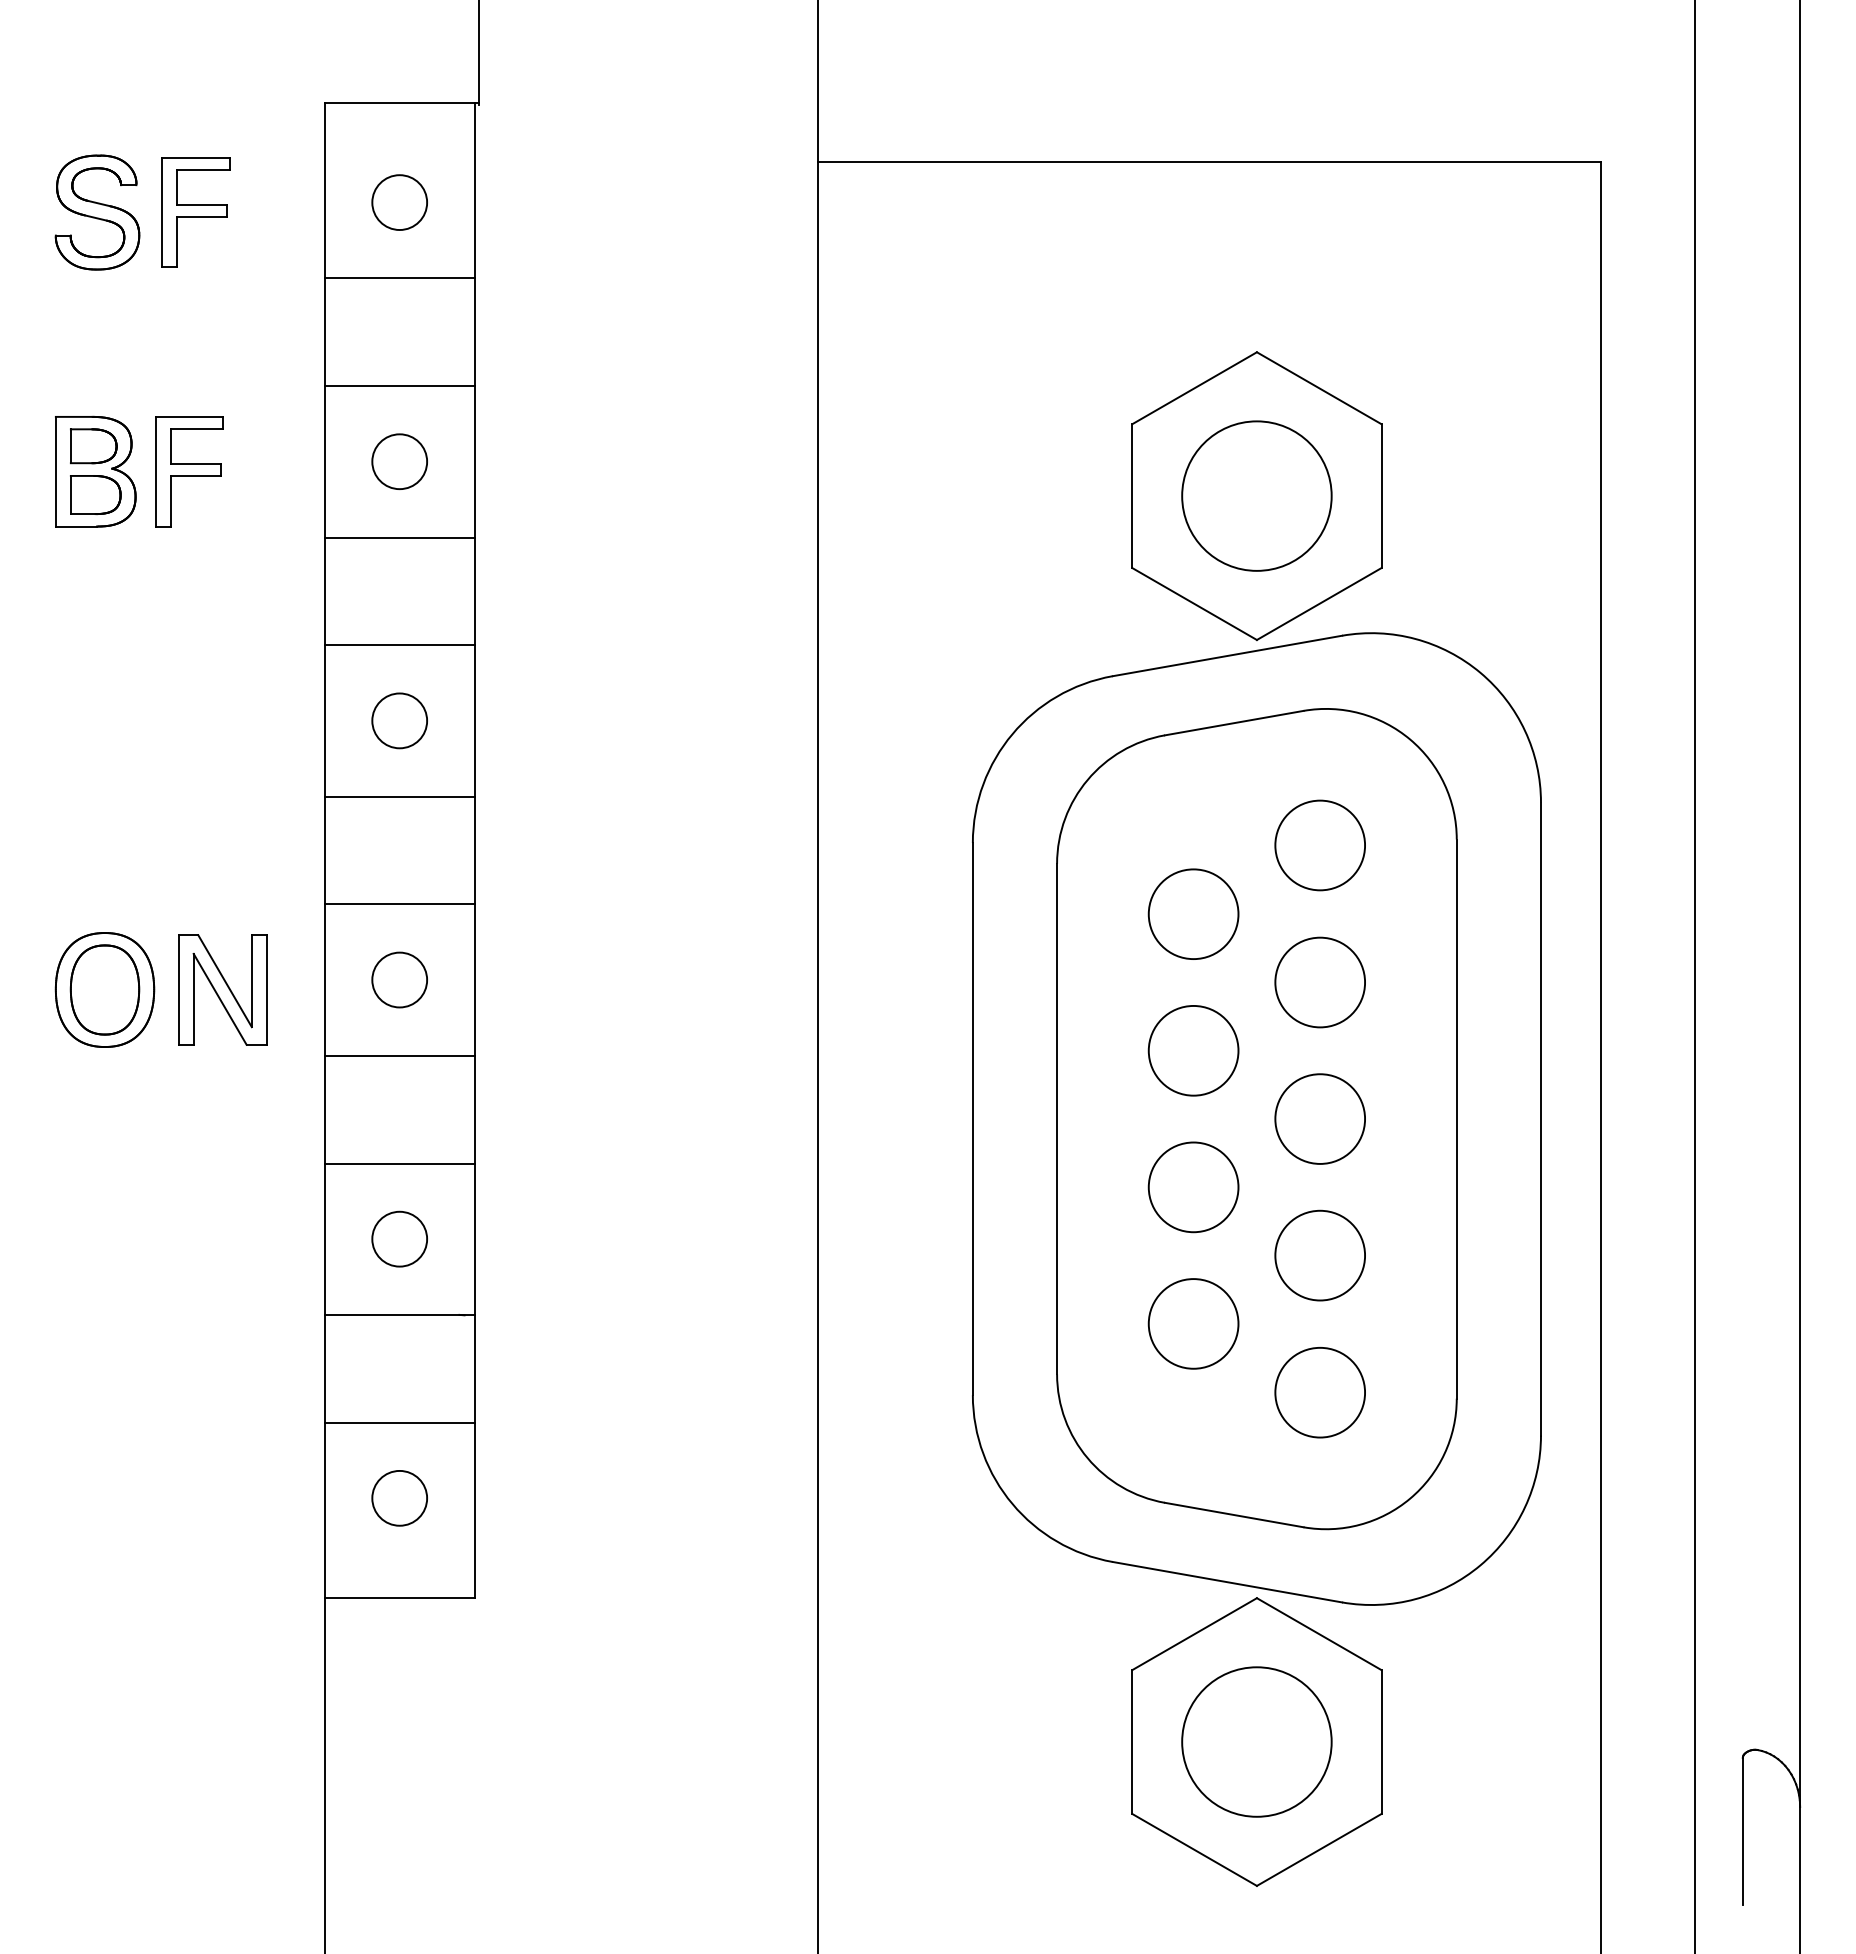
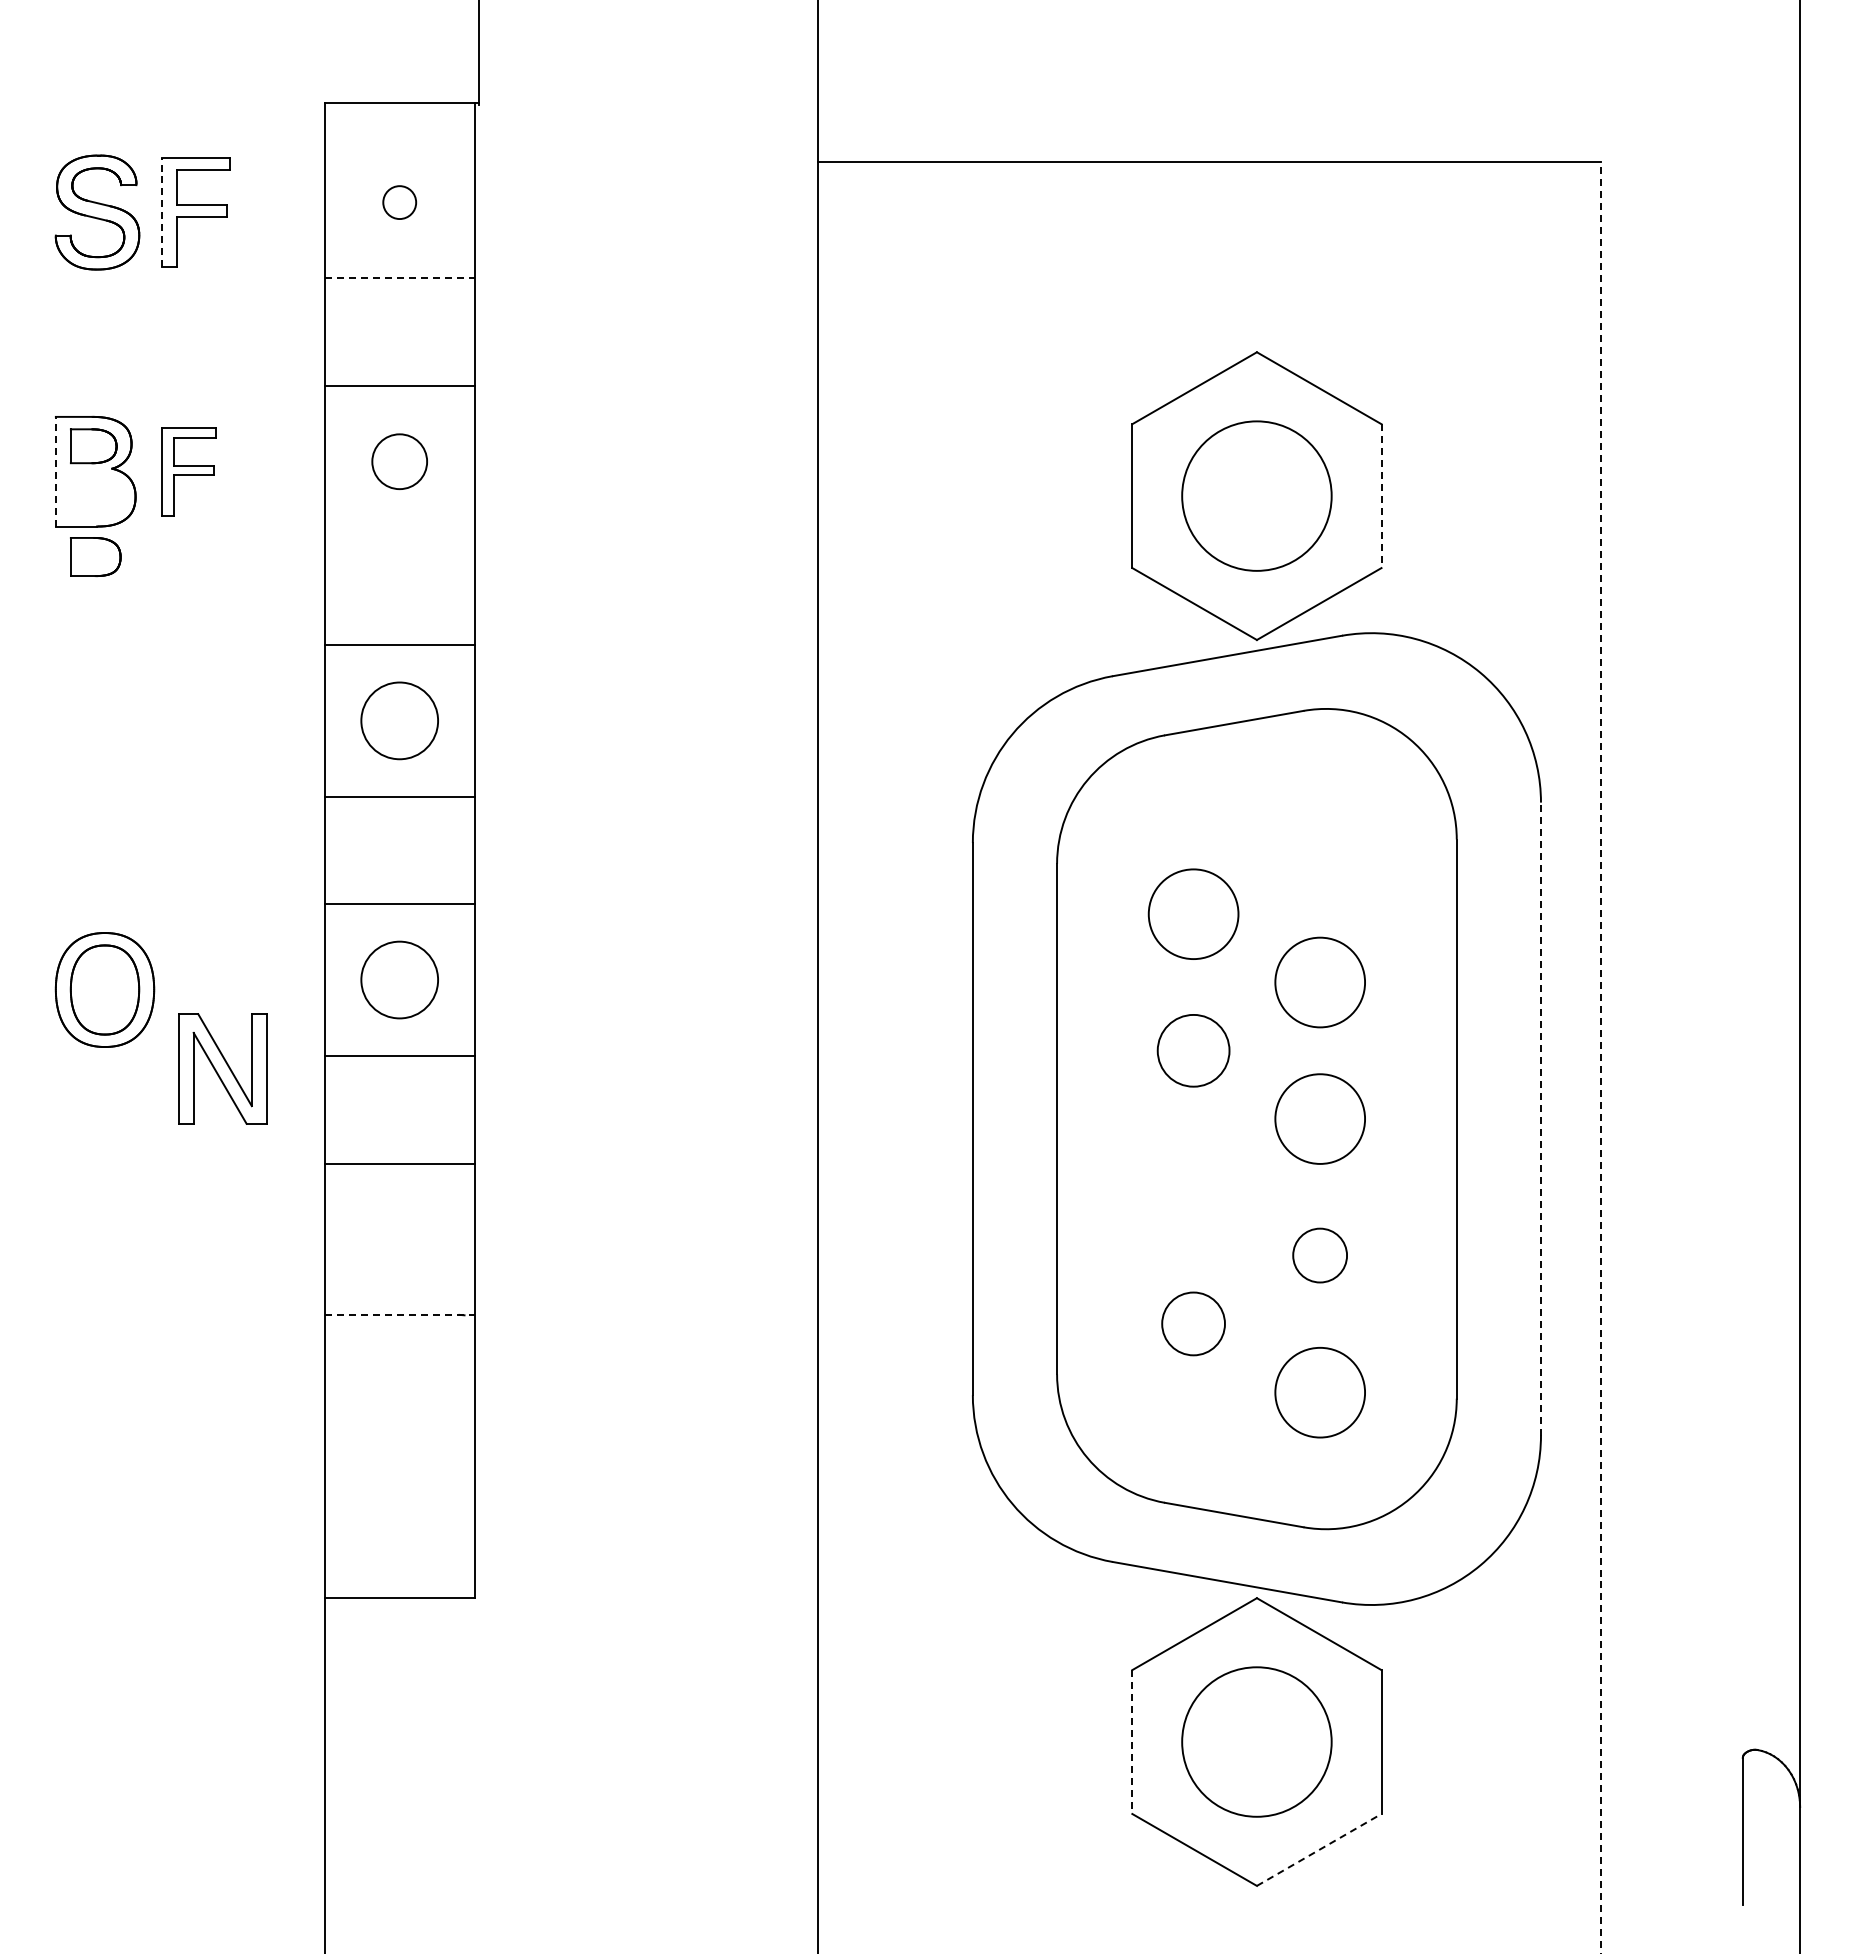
circle at (399, 202) diameter: 55 px -> 33 px
line at (162, 212): solid -> dashed
line at (399, 278): solid -> dashed
line at (55, 471): solid -> dashed
part at (189, 471) size: 69x112 px -> 56x90 px
part at (95, 494) position: (95, 494) -> (95, 556)
line at (1381, 496): solid -> dashed
line at (399, 537): present -> none
circle at (399, 720) diameter: 55 px -> 77 px
circle at (1319, 845): present -> none
line at (1695, 976): present -> none
circle at (399, 979) diameter: 55 px -> 77 px
part at (222, 989) position: (222, 989) -> (222, 1068)
circle at (1193, 1050) diameter: 90 px -> 72 px
line at (1600, 1058): solid -> dashed
line at (1540, 1118): solid -> dashed
circle at (1193, 1187): present -> none
circle at (399, 1238): present -> none
circle at (1319, 1255) size: 92x93 px -> 56x57 px
line at (399, 1314): solid -> dashed
circle at (1193, 1323) size: 93x92 px -> 65x66 px
line at (399, 1422): present -> none
circle at (399, 1498): present -> none
line at (1132, 1742): solid -> dashed
line at (1319, 1849): solid -> dashed
